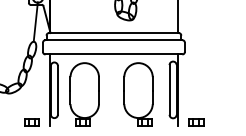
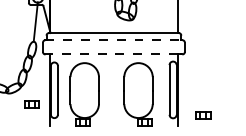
line at (114, 40): solid -> dashed
line at (113, 54): solid -> dashed
part at (31, 122) position: (31, 122) -> (31, 104)
part at (196, 122) position: (196, 122) -> (203, 115)
